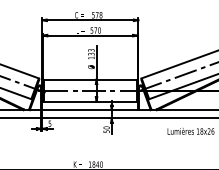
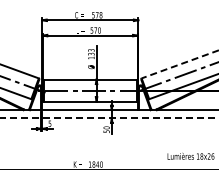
line at (179, 64): solid -> dashed
line at (108, 118): solid -> dashed
text at (190, 130) position: (190, 130) -> (190, 155)
